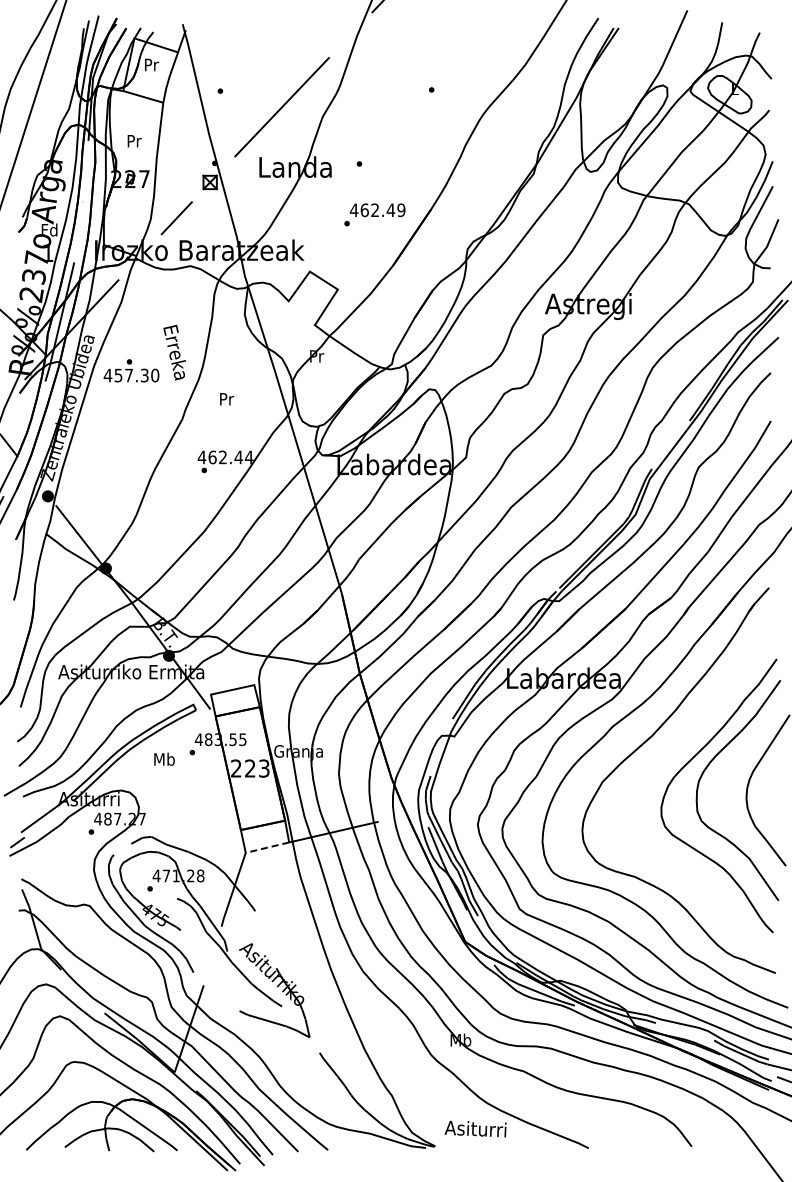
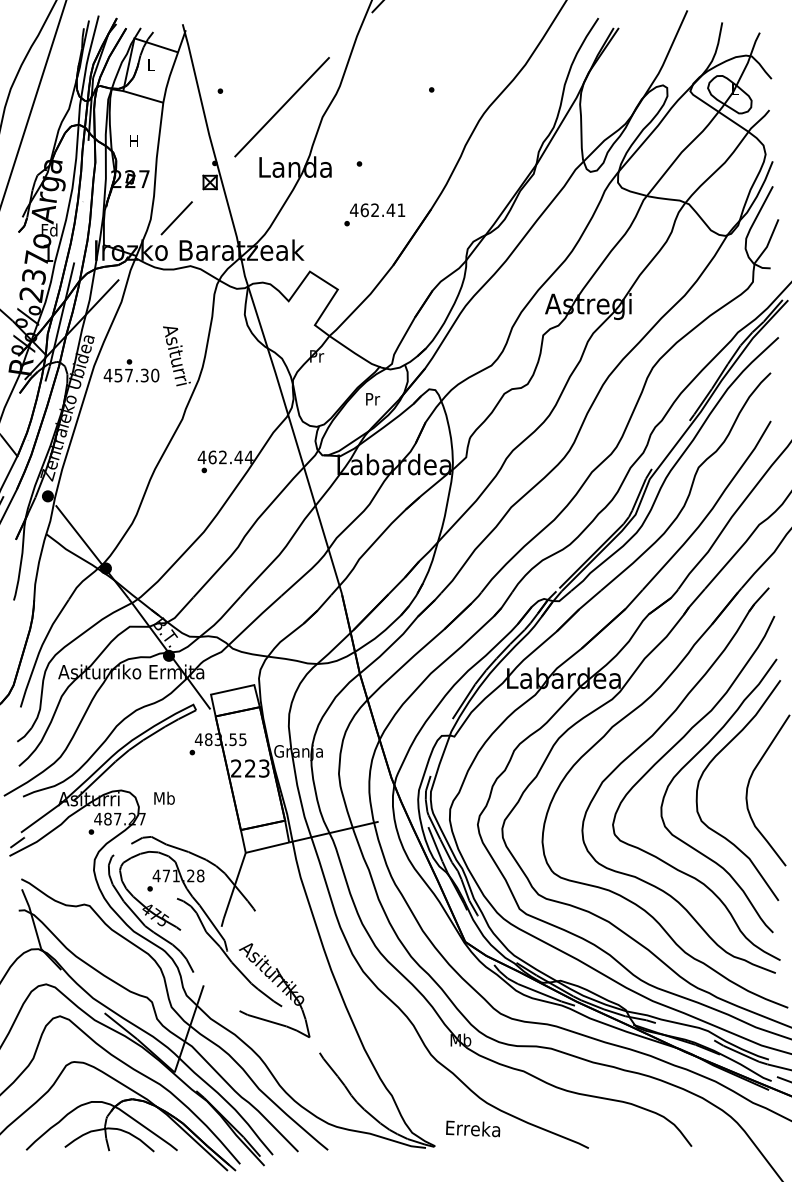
text at (151, 64): Pr -> L
text at (134, 141): Pr -> H
text at (401, 210): 462.49 -> 462.41
text at (176, 355): Erreka -> Asiturri
text at (227, 399) position: (227, 399) -> (373, 399)
curve at (664, 756): none -> present
text at (164, 758) position: (164, 758) -> (164, 797)
line at (266, 847): dashed -> solid
text at (475, 1128): Asiturri -> Erreka
